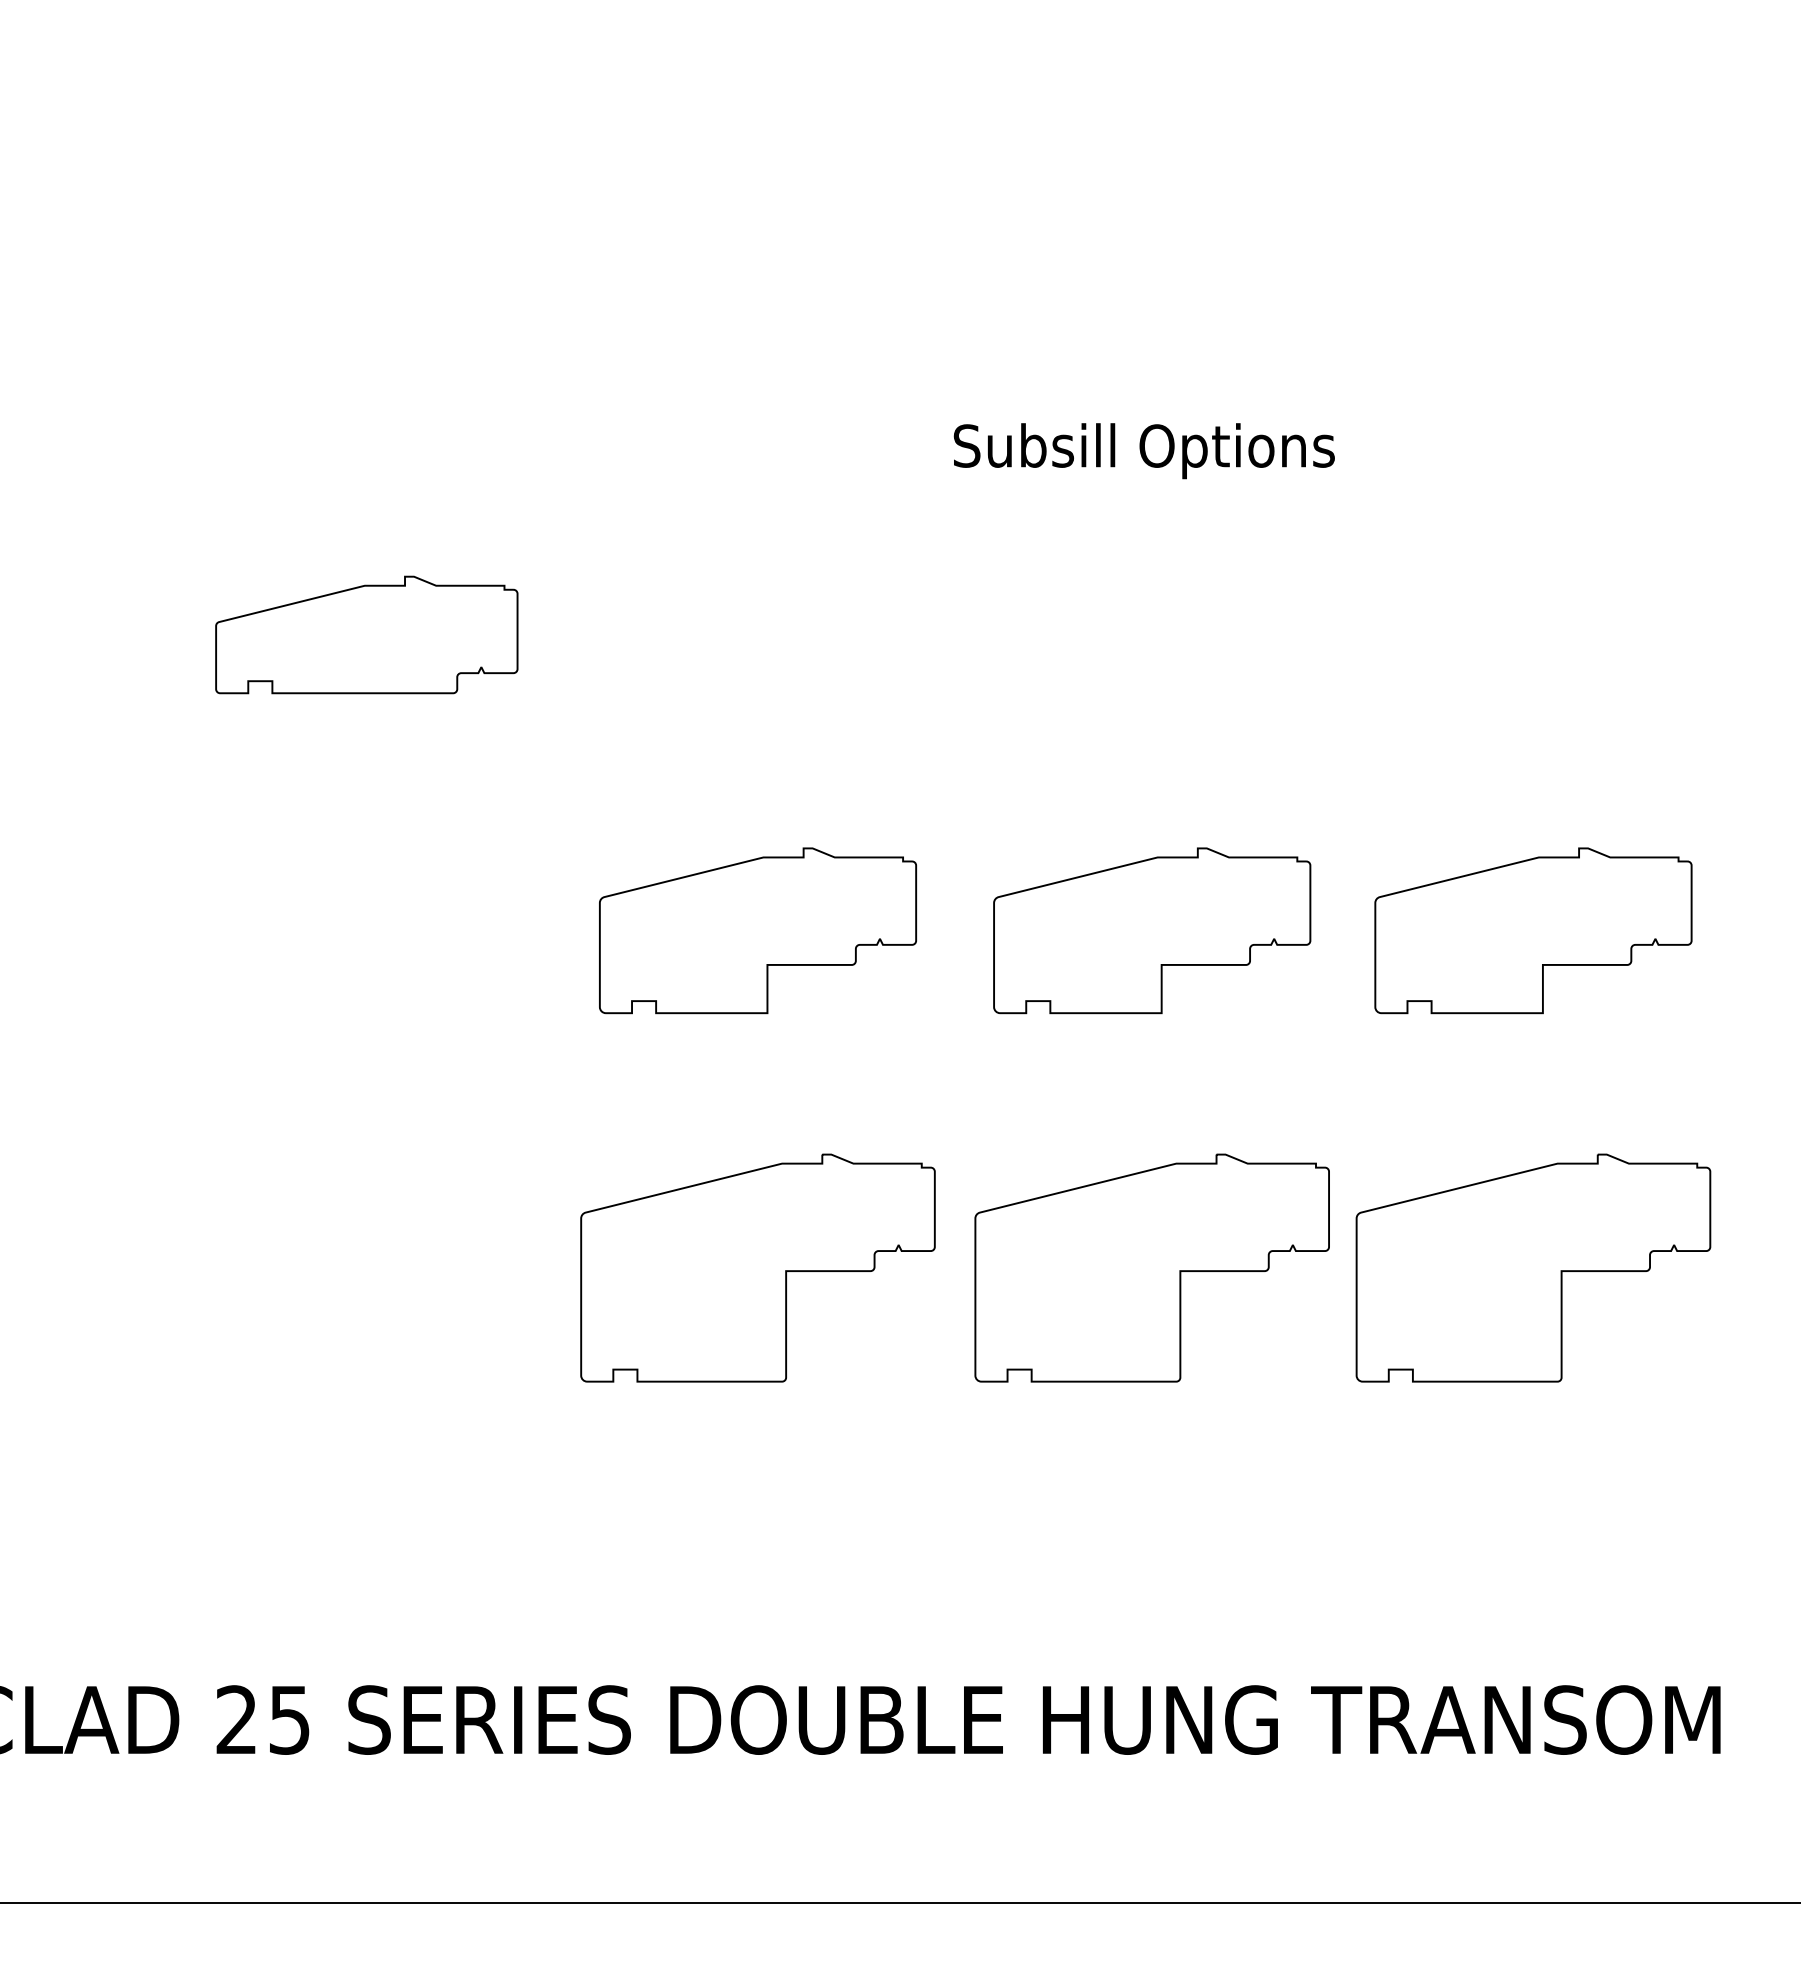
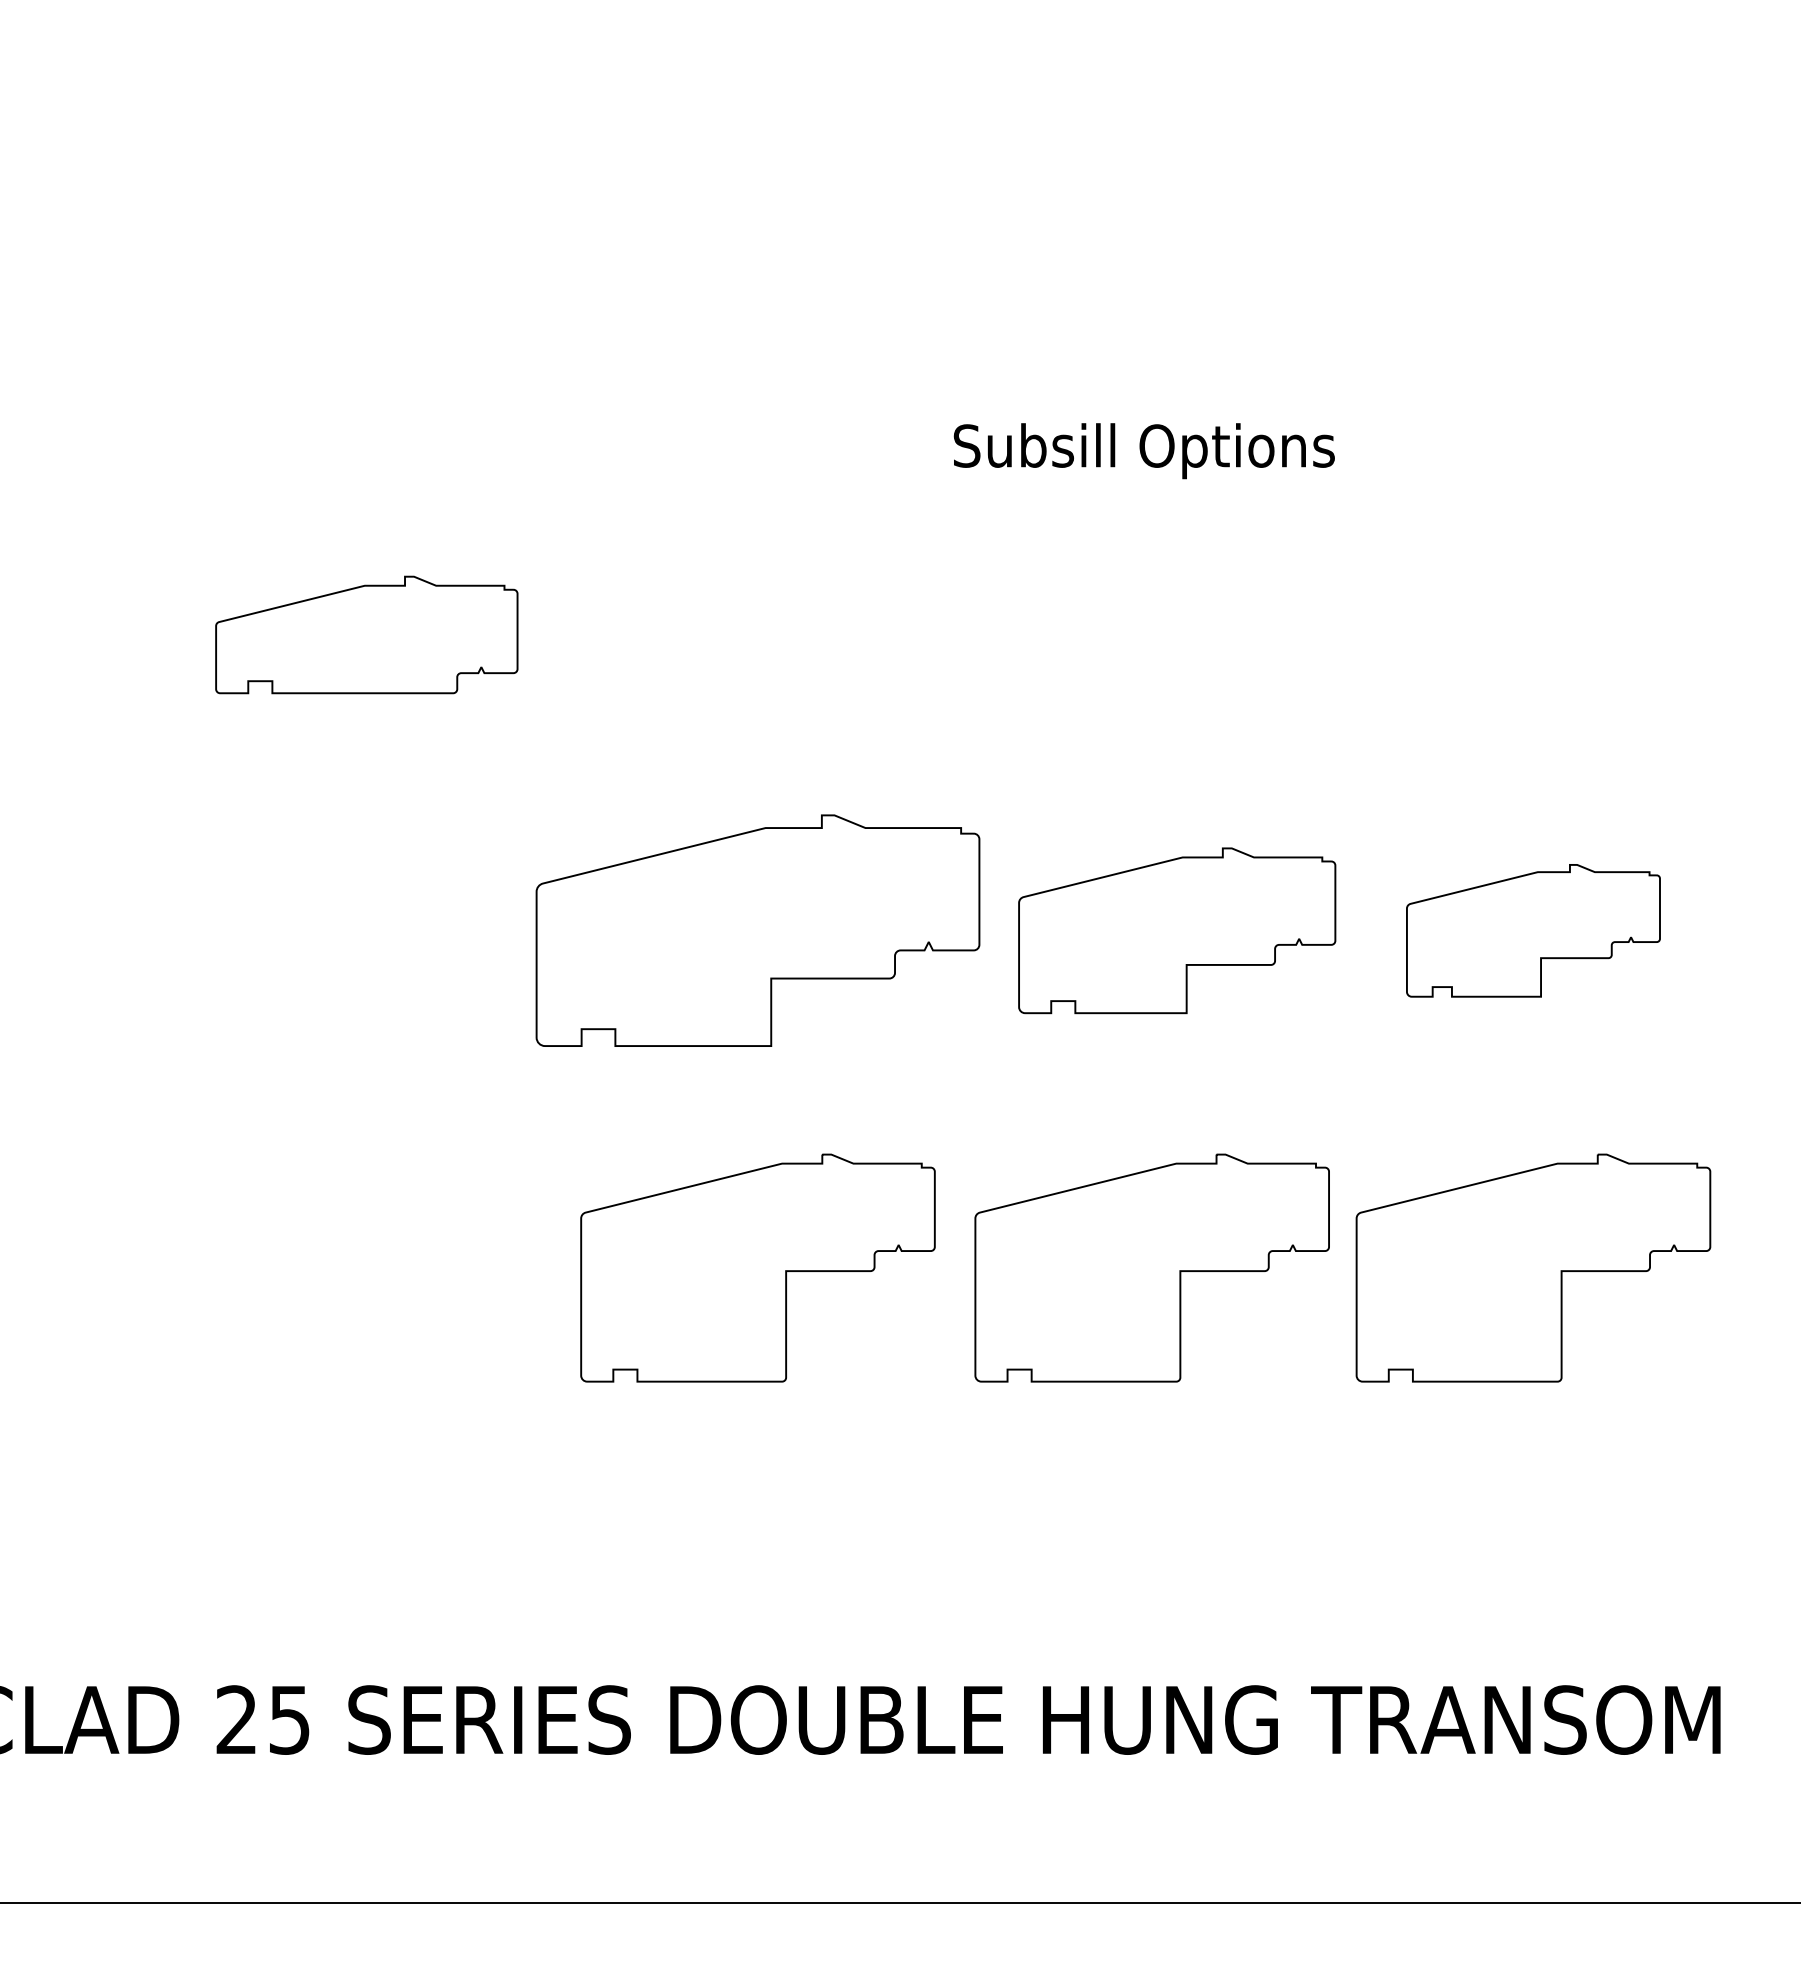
part at (757, 930) size: 318x168 px -> 446x233 px
part at (1152, 930) position: (1152, 930) -> (1177, 930)
part at (1533, 930) size: 319x168 px -> 255x134 px
